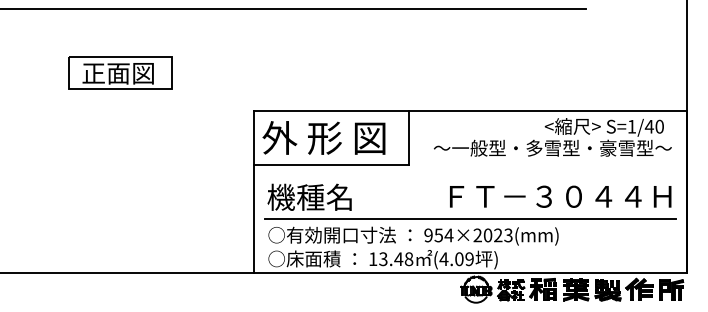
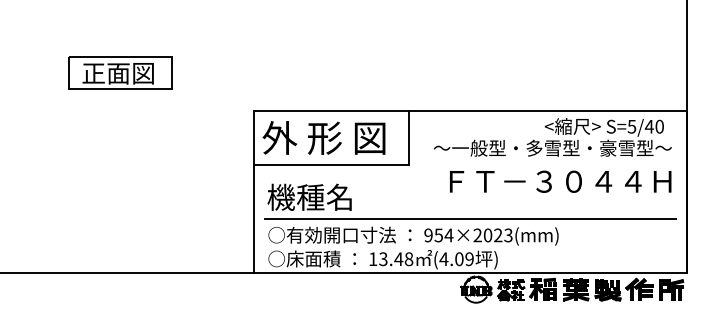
line at (294, 9): present -> none
text at (631, 126): S=1/40 -> S=5/40
text at (560, 196) position: (560, 196) -> (560, 181)
